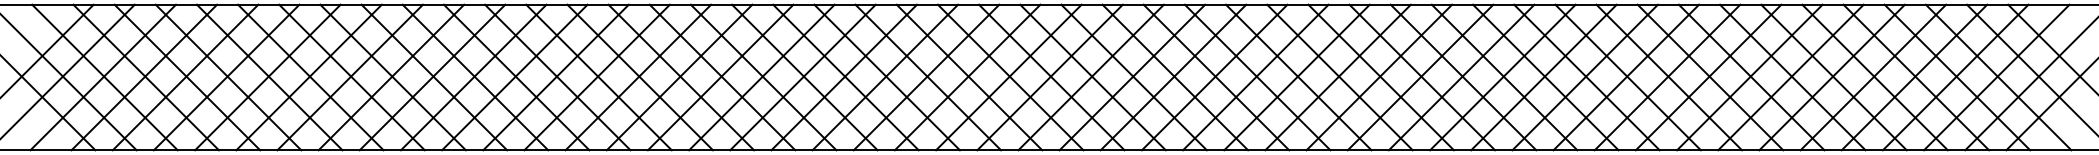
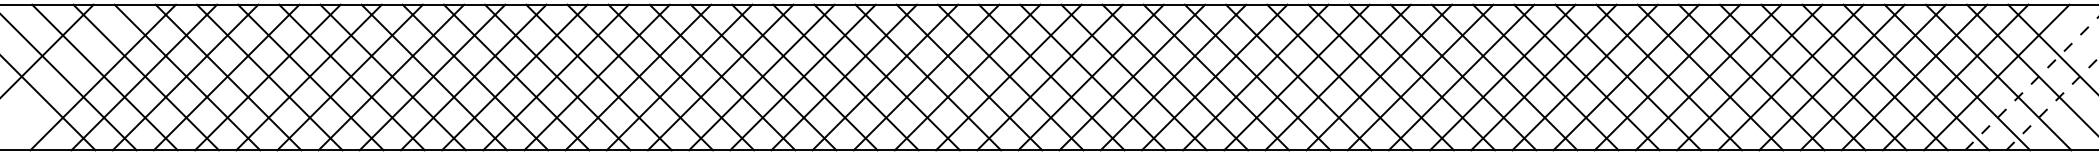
line at (68, 70): present -> none
line at (2032, 83): solid -> dashed
line at (2052, 103): solid -> dashed
